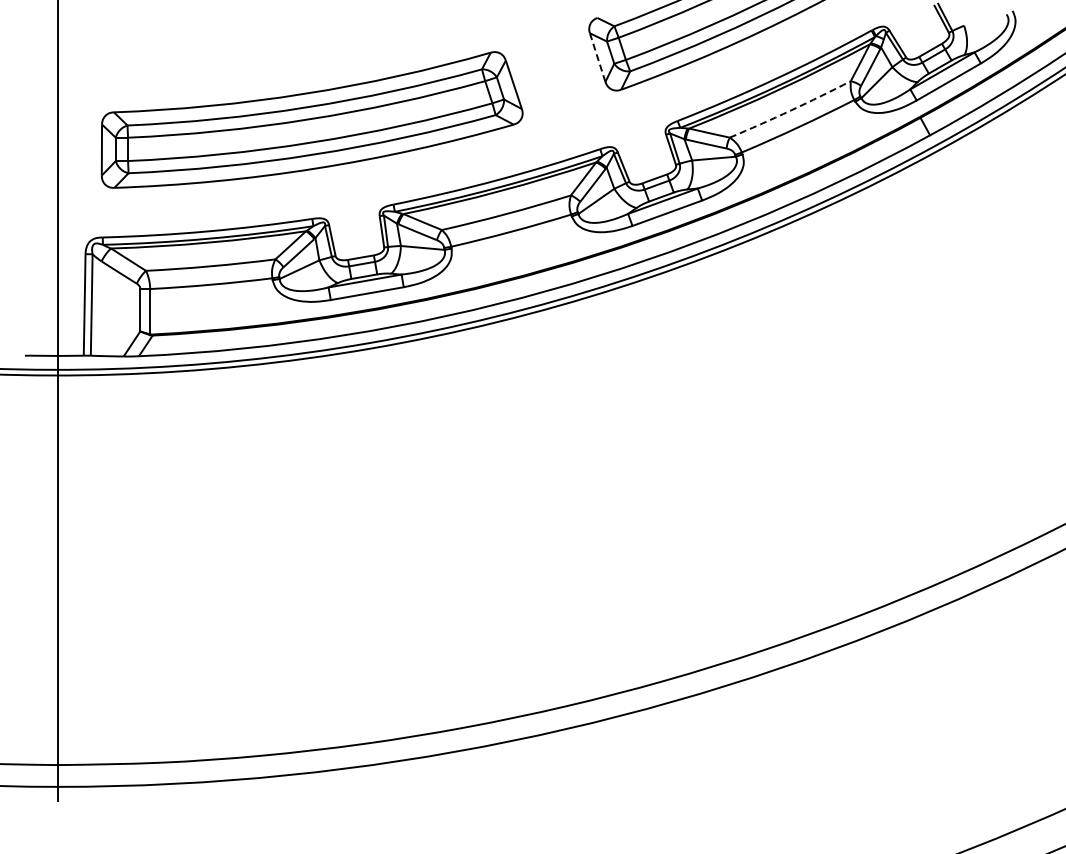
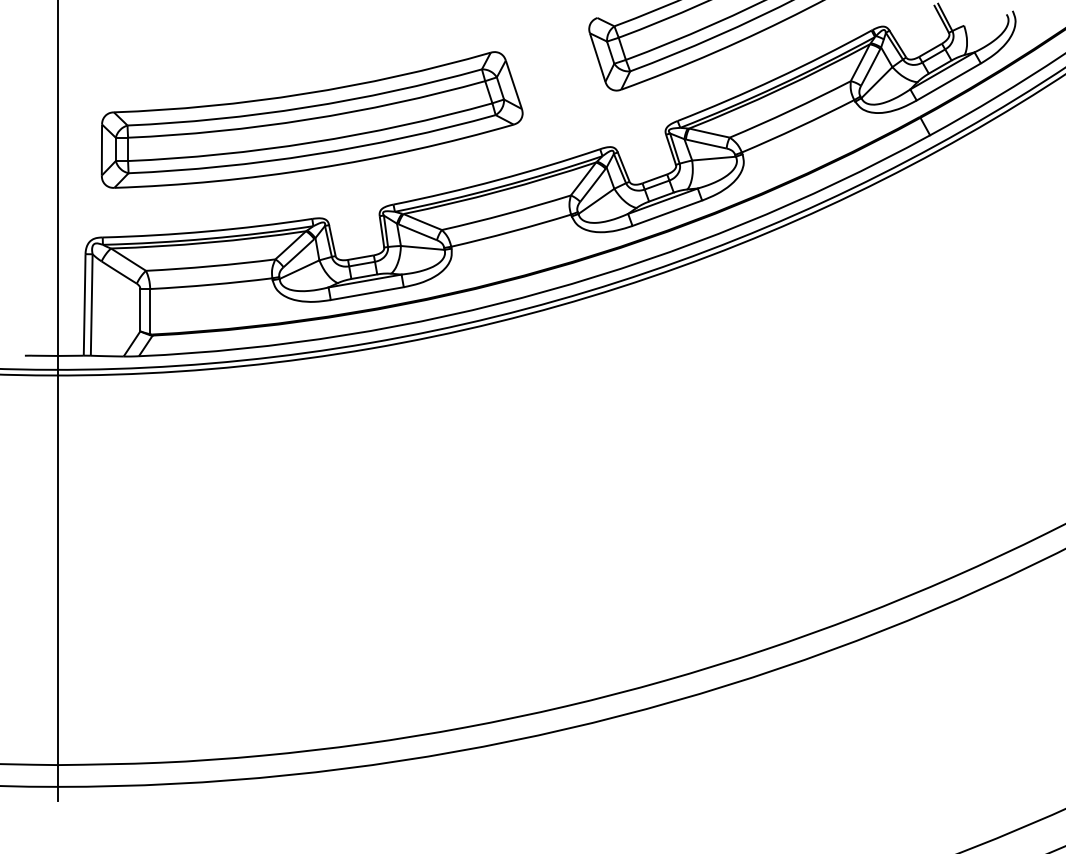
line at (597, 56): dashed -> solid
arc at (790, 110): dashed -> solid
